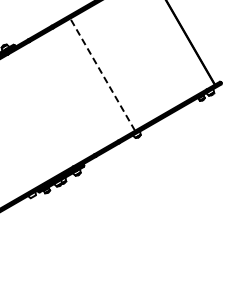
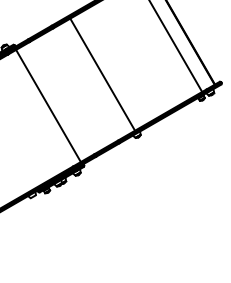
line at (176, 46): none -> present
line at (102, 74): dashed -> solid
line at (48, 105): none -> present
